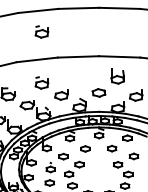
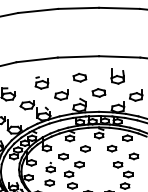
part at (41, 31): present -> none
part at (79, 77): none -> present
